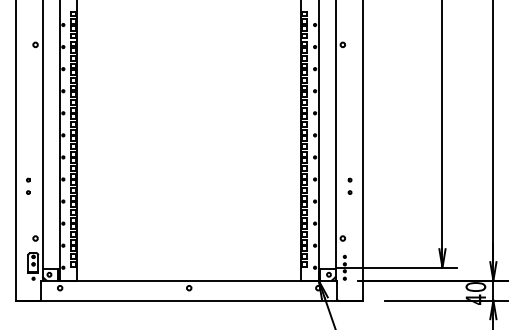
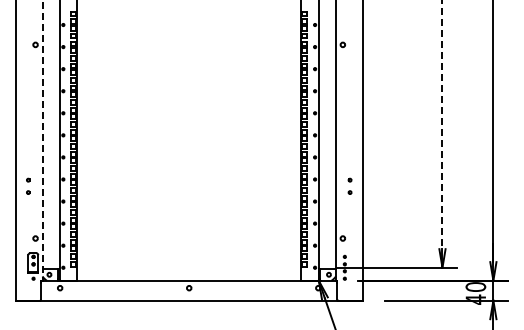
line at (442, 125): solid -> dashed
line at (42, 140): solid -> dashed
